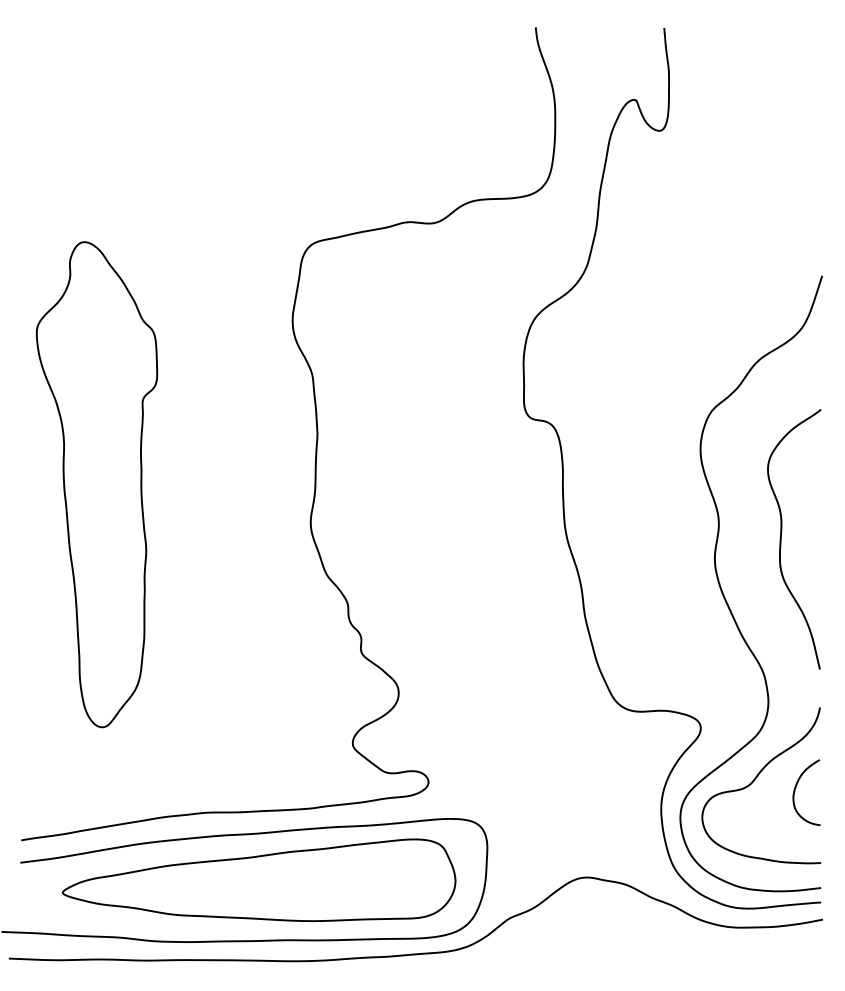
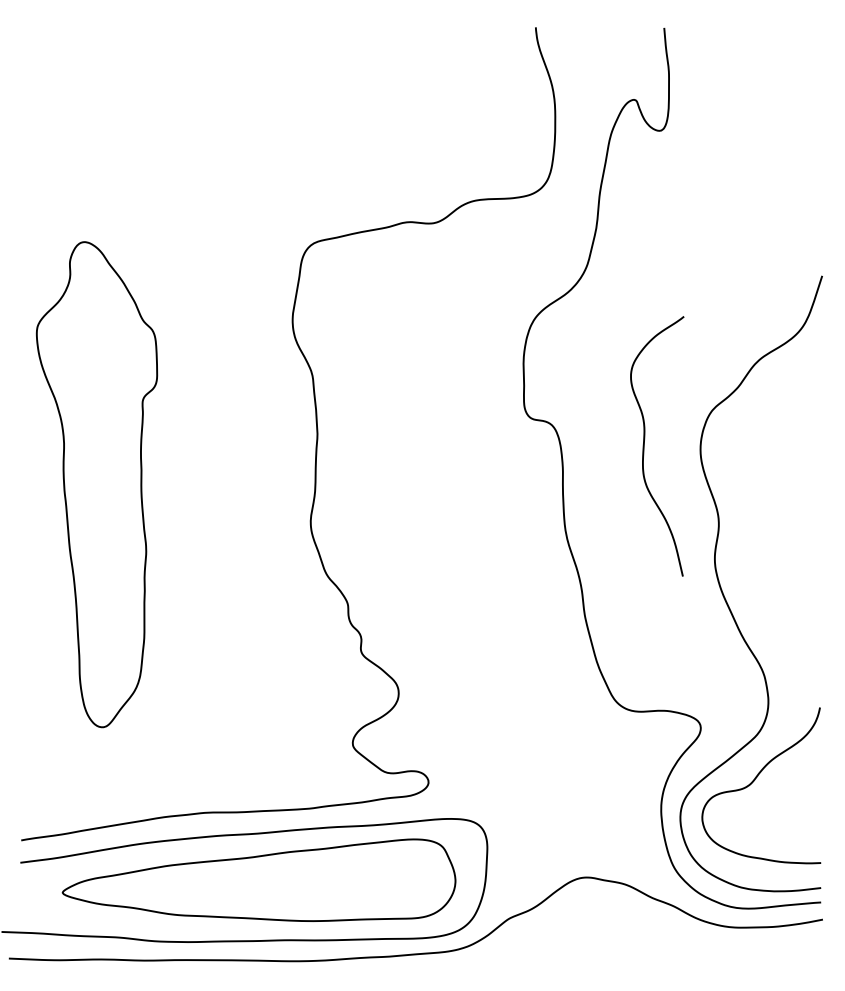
curve at (781, 539) position: (781, 539) -> (644, 446)
curve at (795, 791): present -> none
